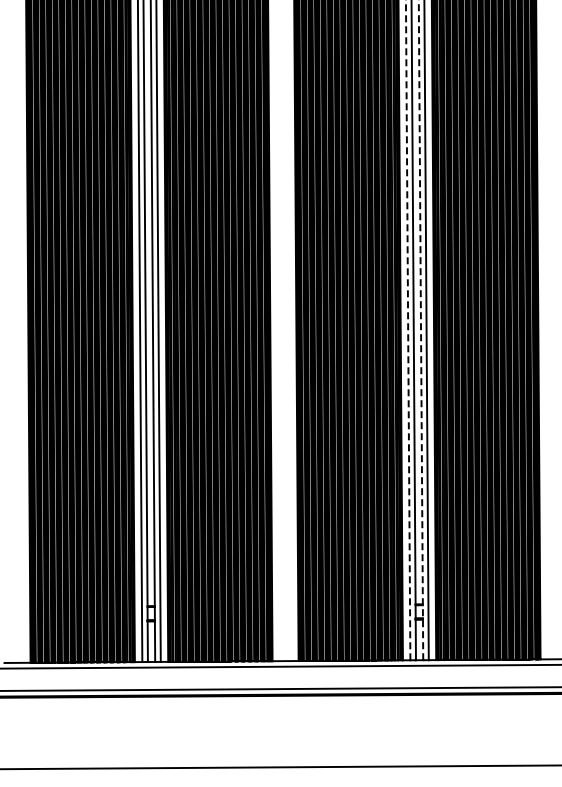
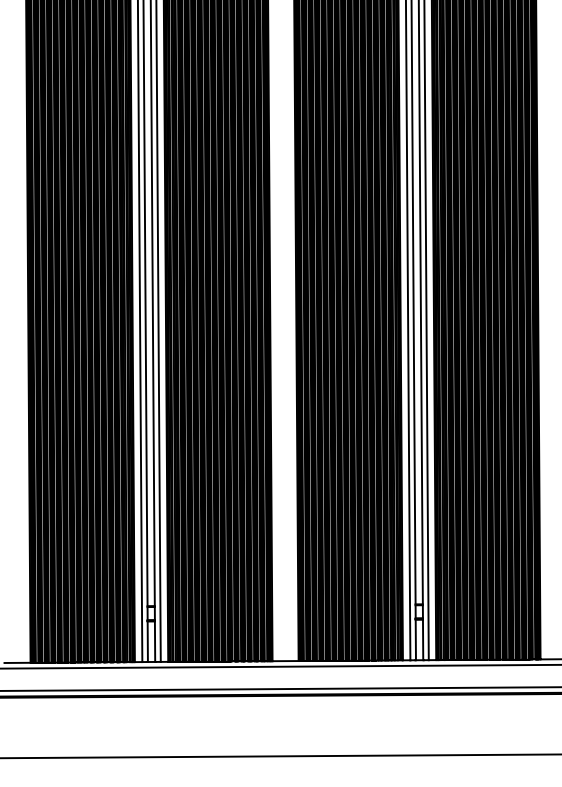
line at (408, 330): dashed -> solid
line at (421, 330): dashed -> solid
line at (280, 767) position: (280, 767) -> (280, 756)
